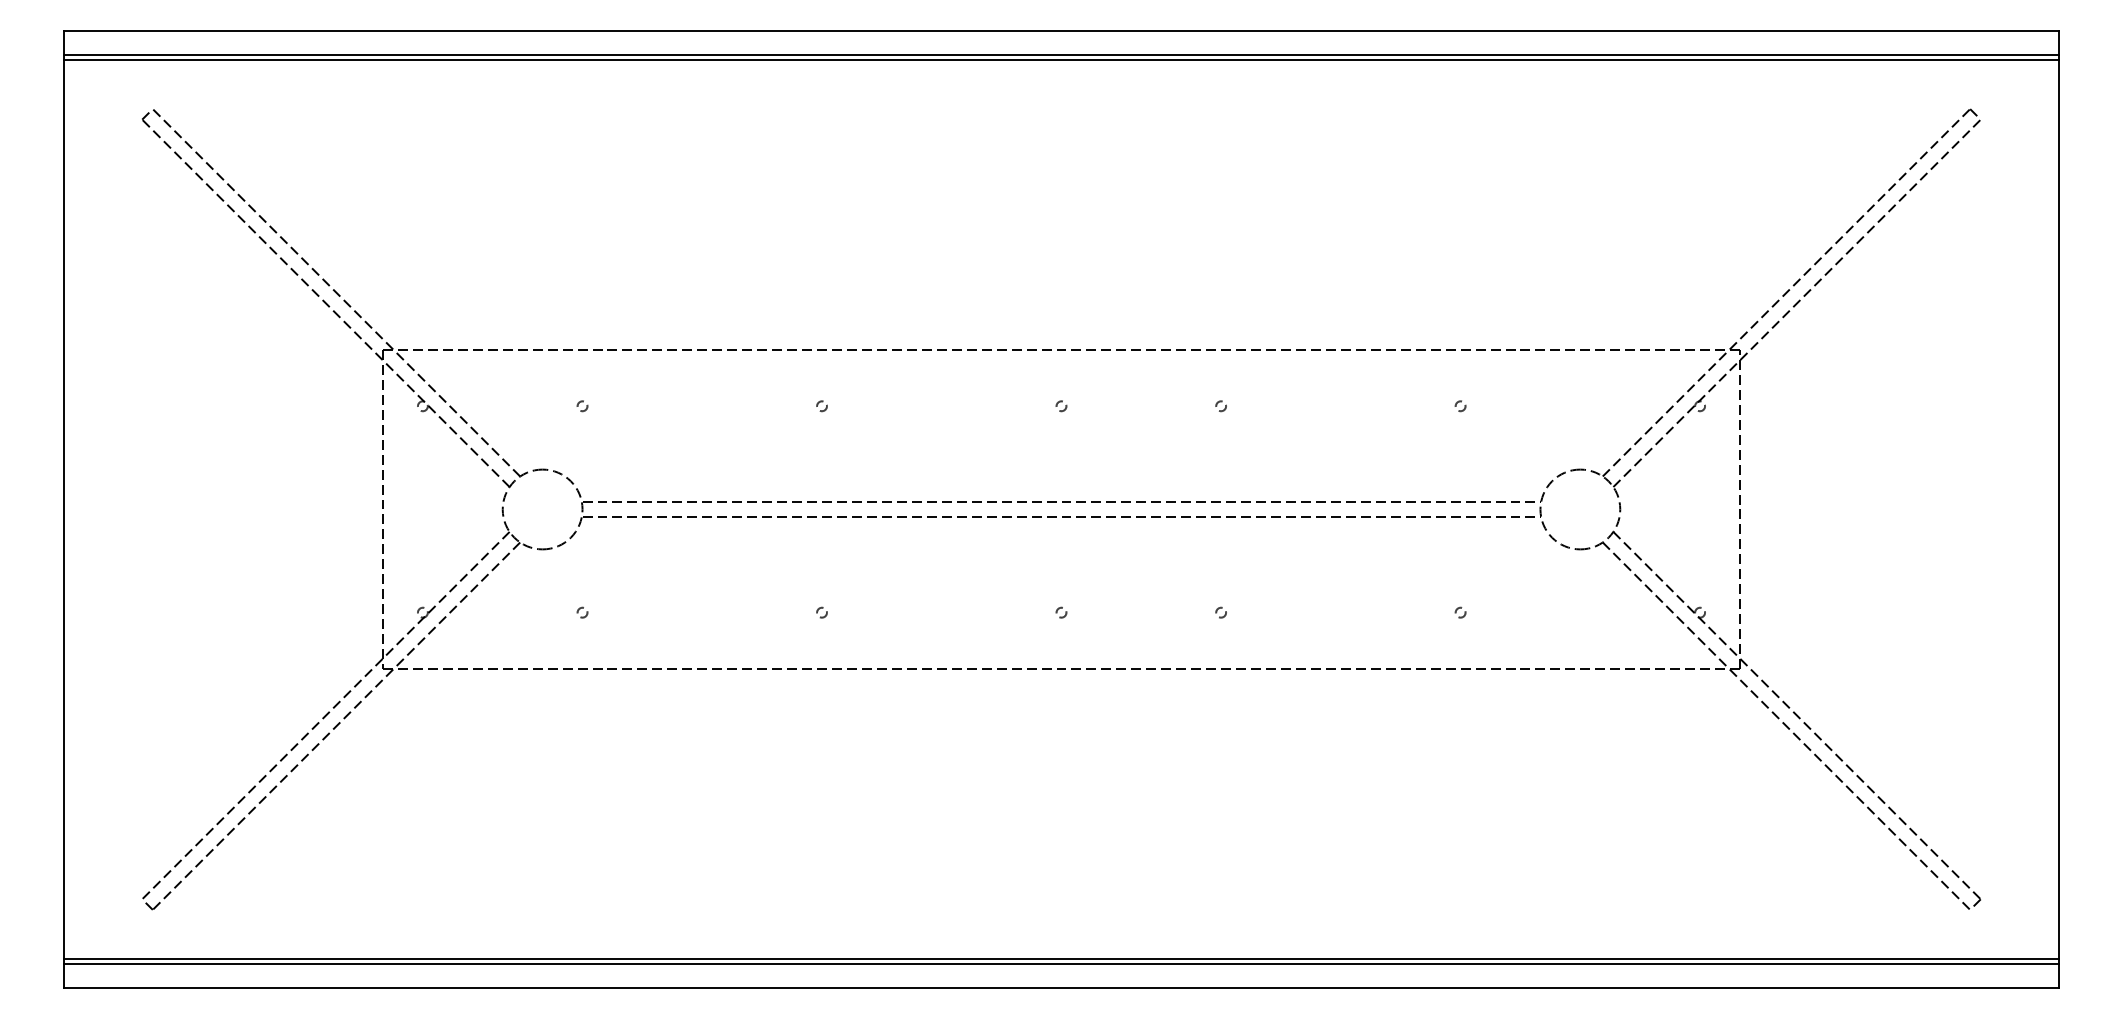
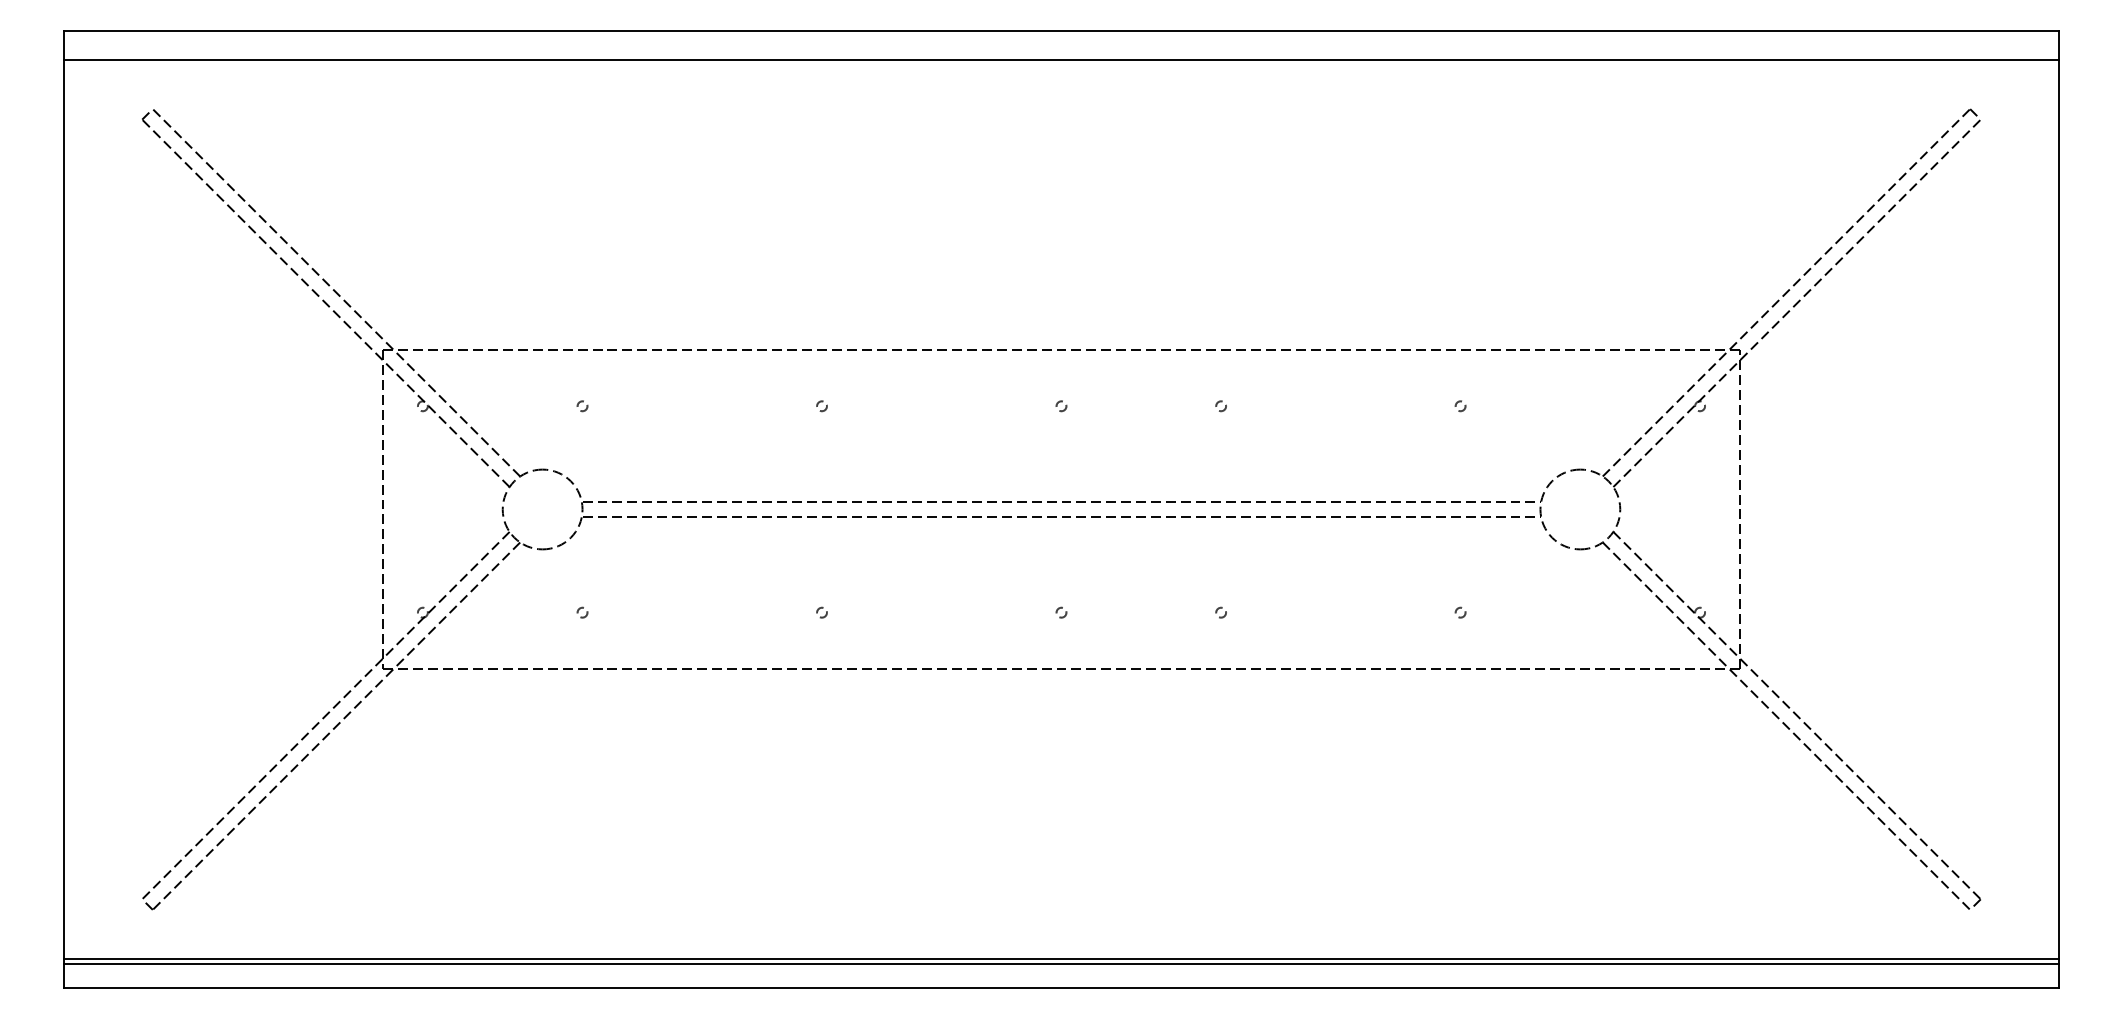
line at (1061, 54): present -> none
